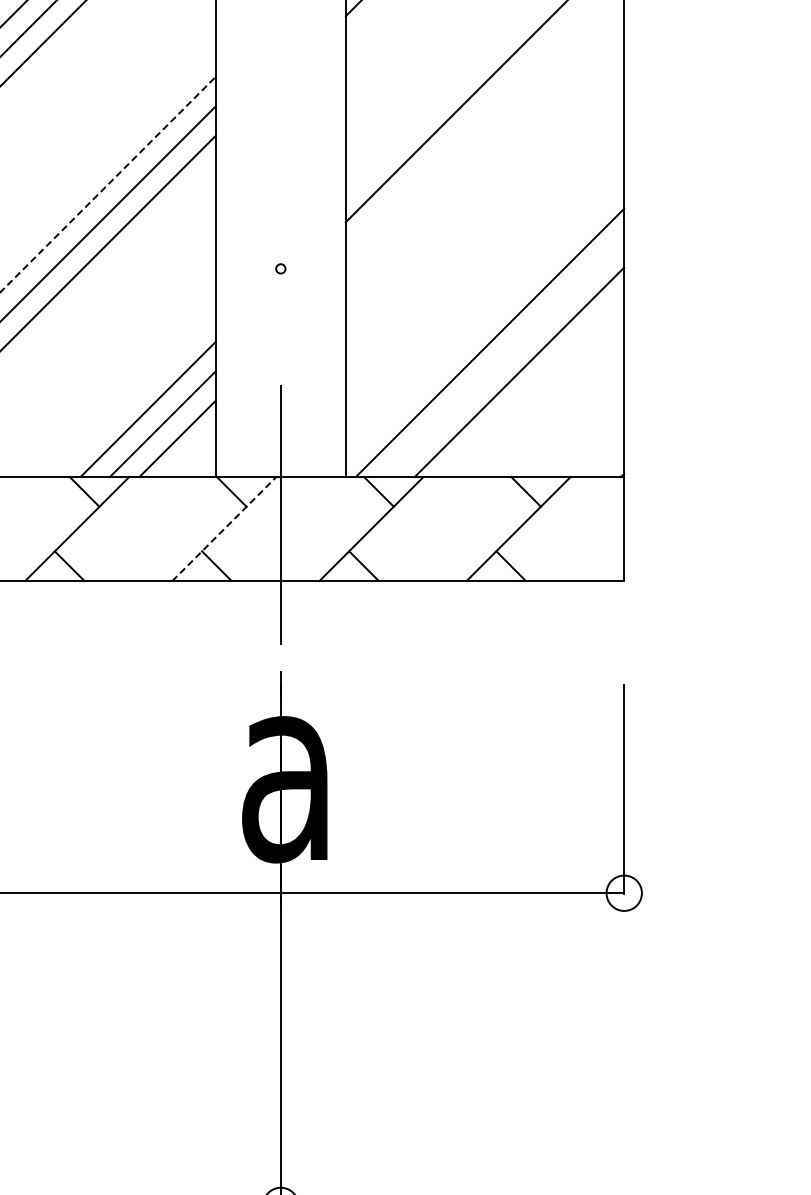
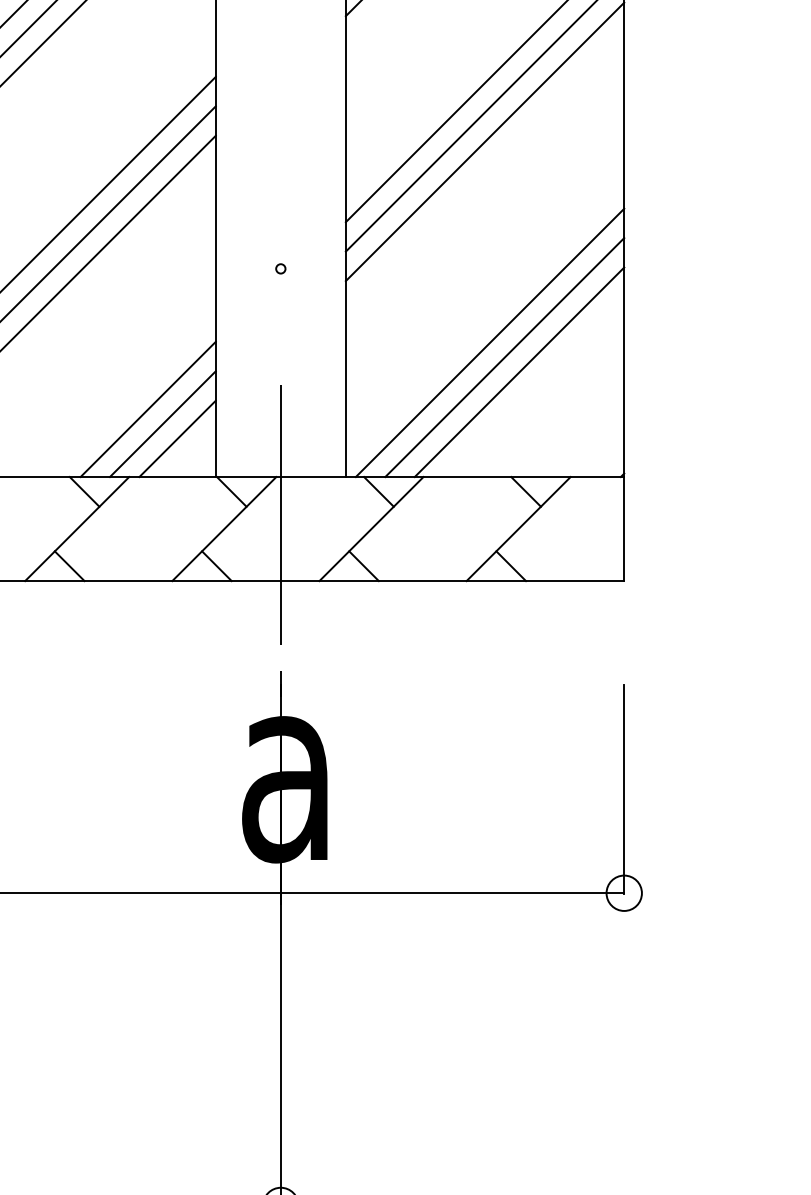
line at (470, 126): none -> present
line at (484, 141): none -> present
line at (108, 184): dashed -> solid
line at (504, 357): none -> present
line at (224, 529): dashed -> solid
